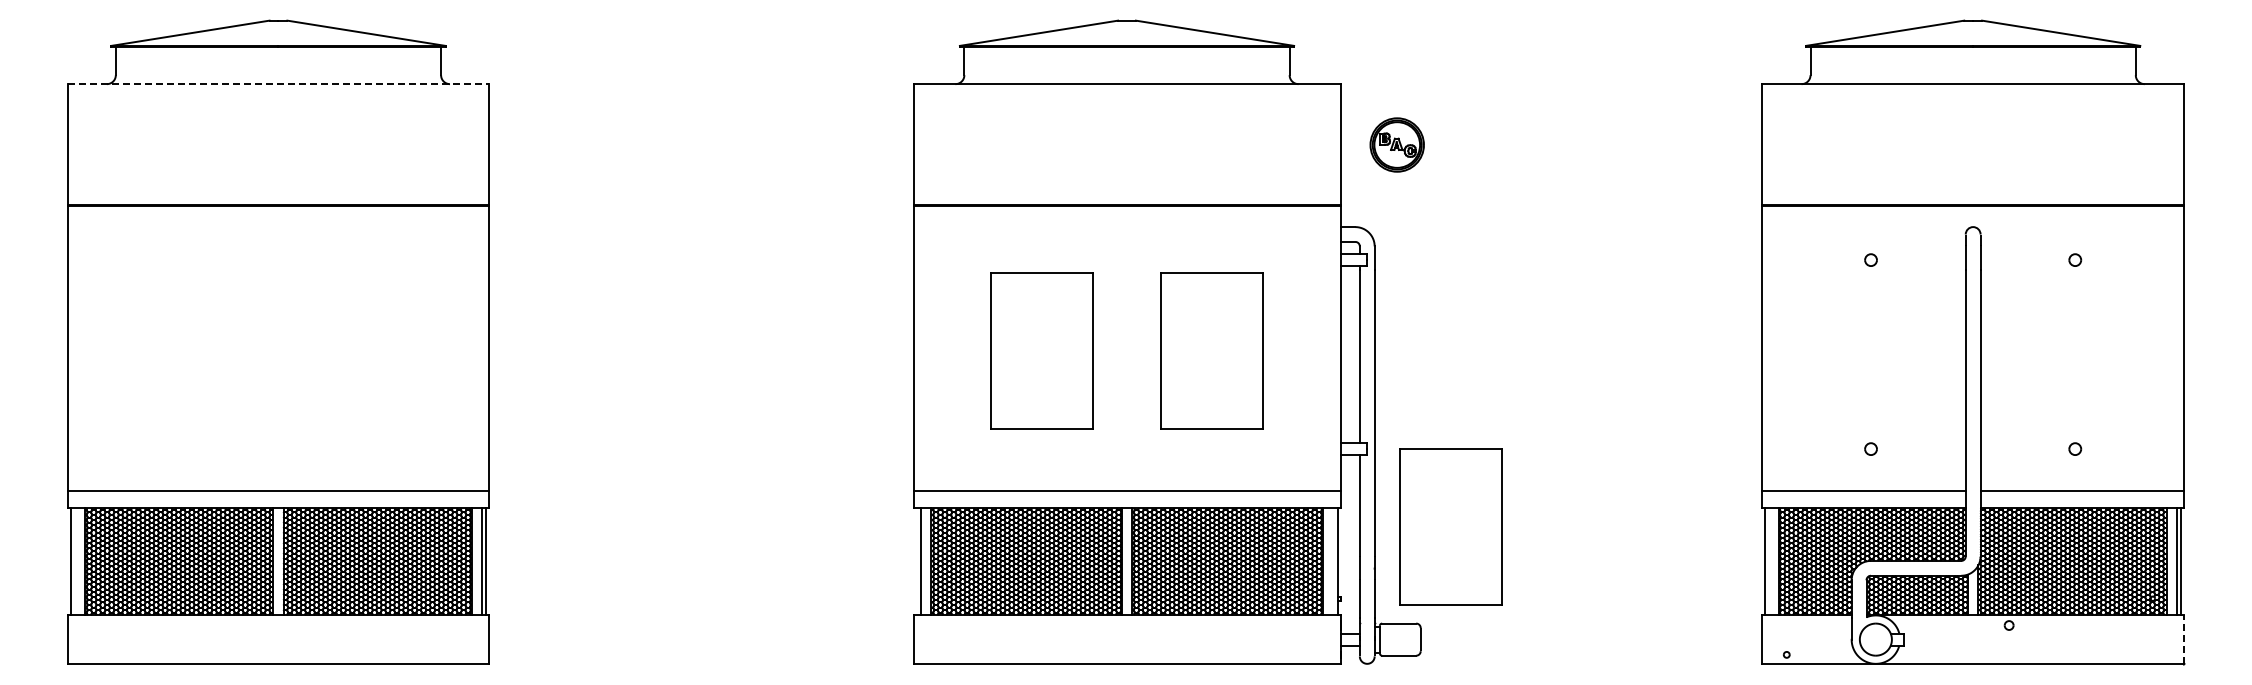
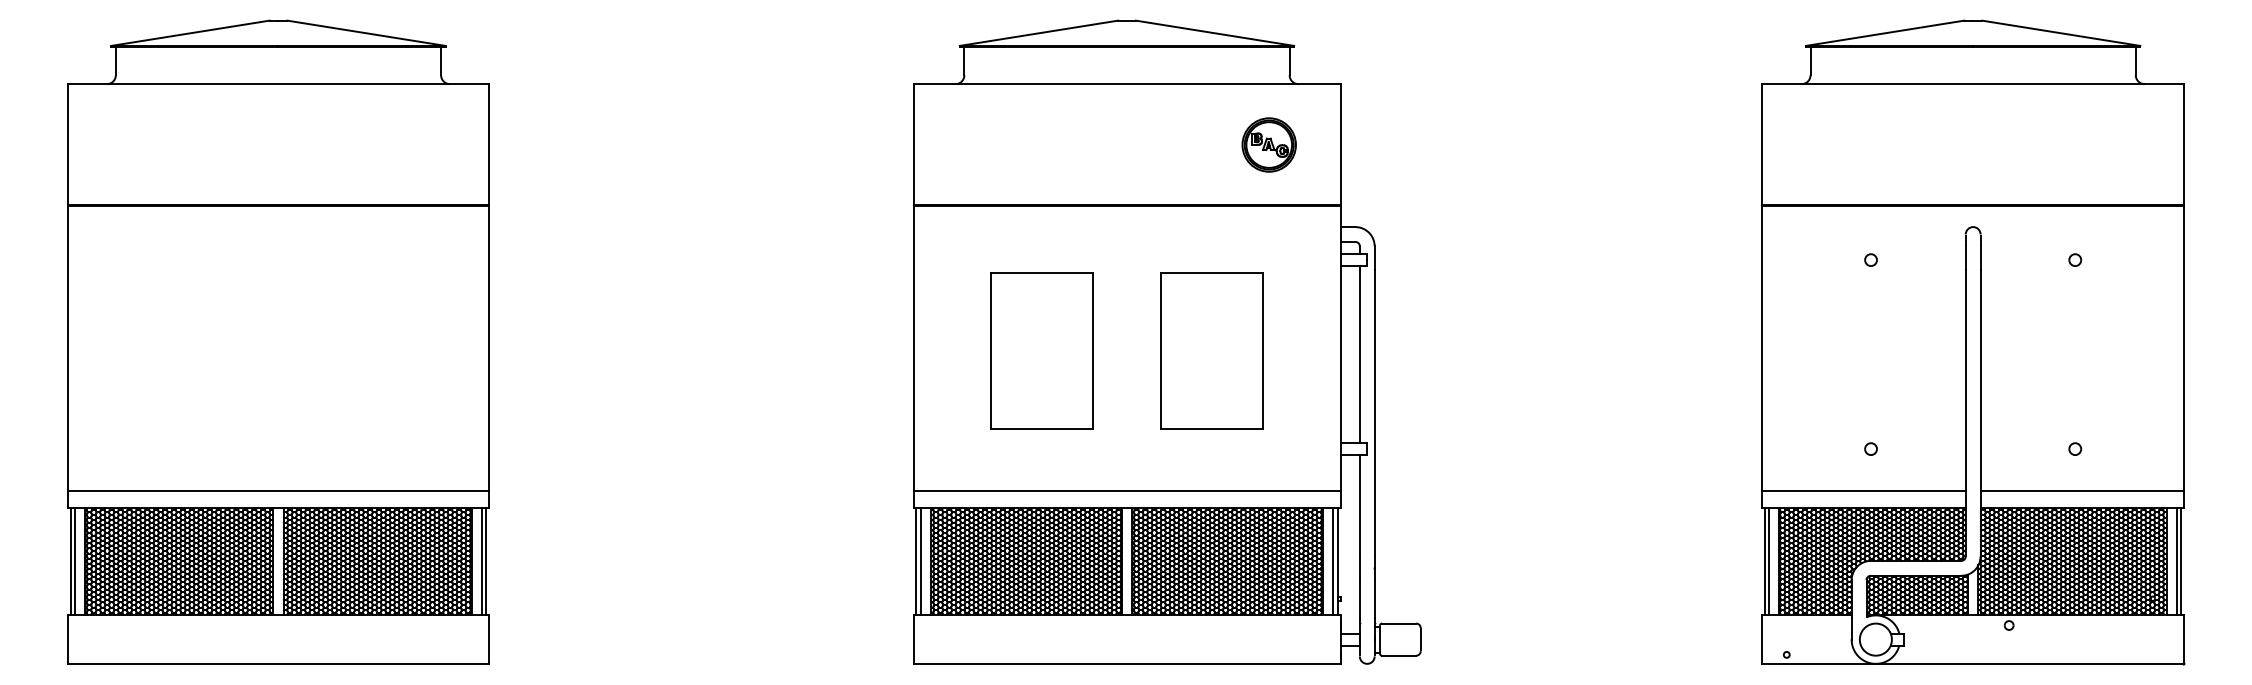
line at (278, 84): dashed -> solid
part at (1396, 144) position: (1396, 144) -> (1268, 144)
part at (1450, 526): present -> none
line at (74, 561): none -> present
line at (916, 561): none -> present
line at (1333, 561): none -> present
line at (1769, 561): none -> present
line at (2184, 639): dashed -> solid
